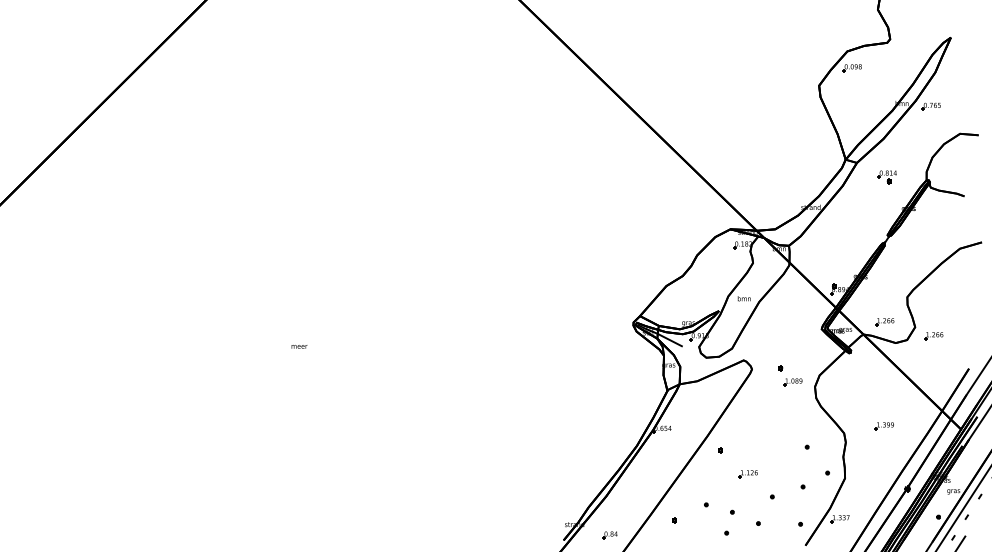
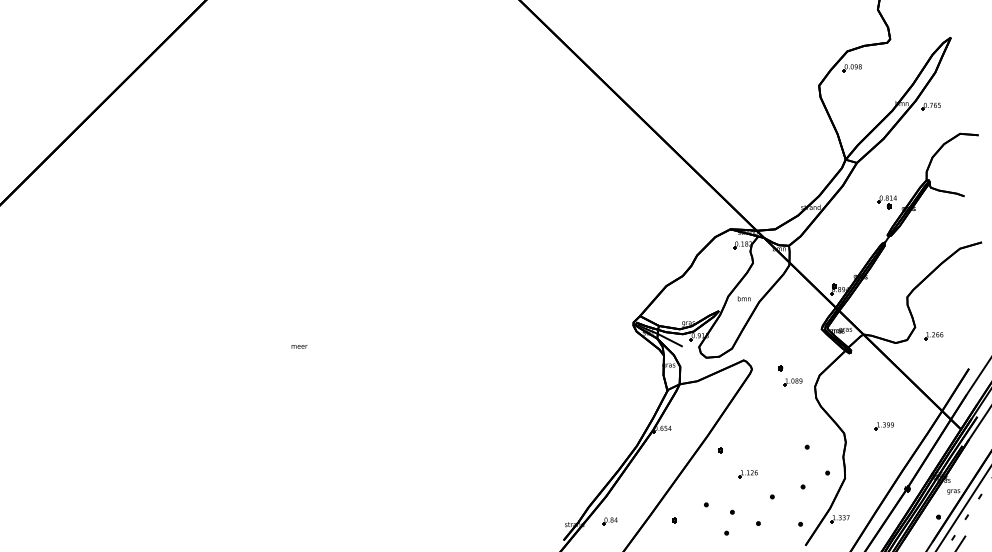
part at (886, 177) position: (886, 177) -> (886, 202)
part at (884, 322): present -> none
part at (609, 535) position: (609, 535) -> (609, 521)
